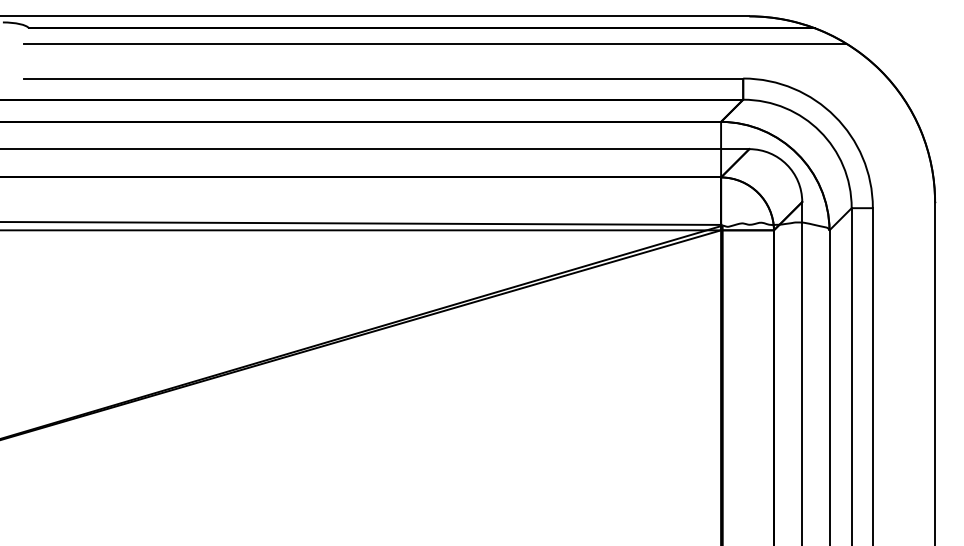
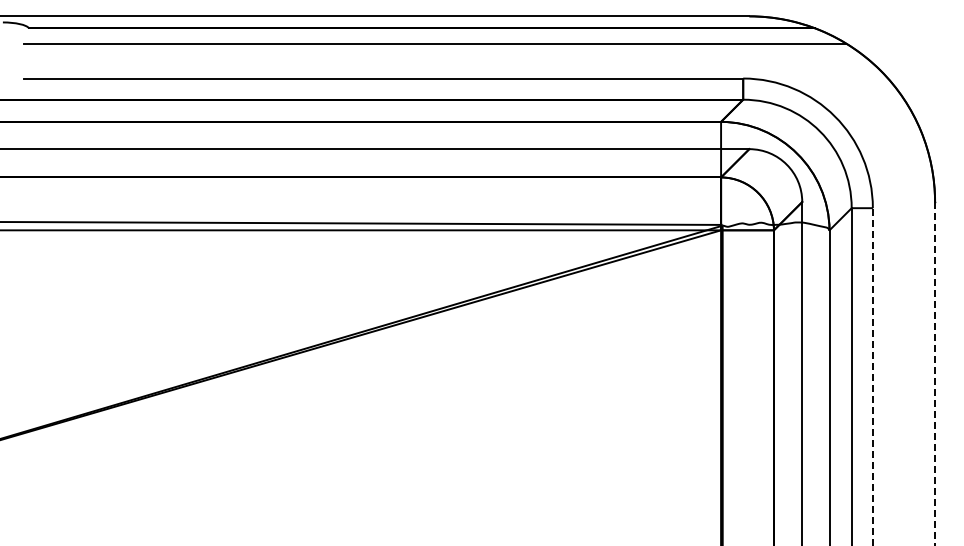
line at (935, 374): solid -> dashed
line at (872, 377): solid -> dashed
